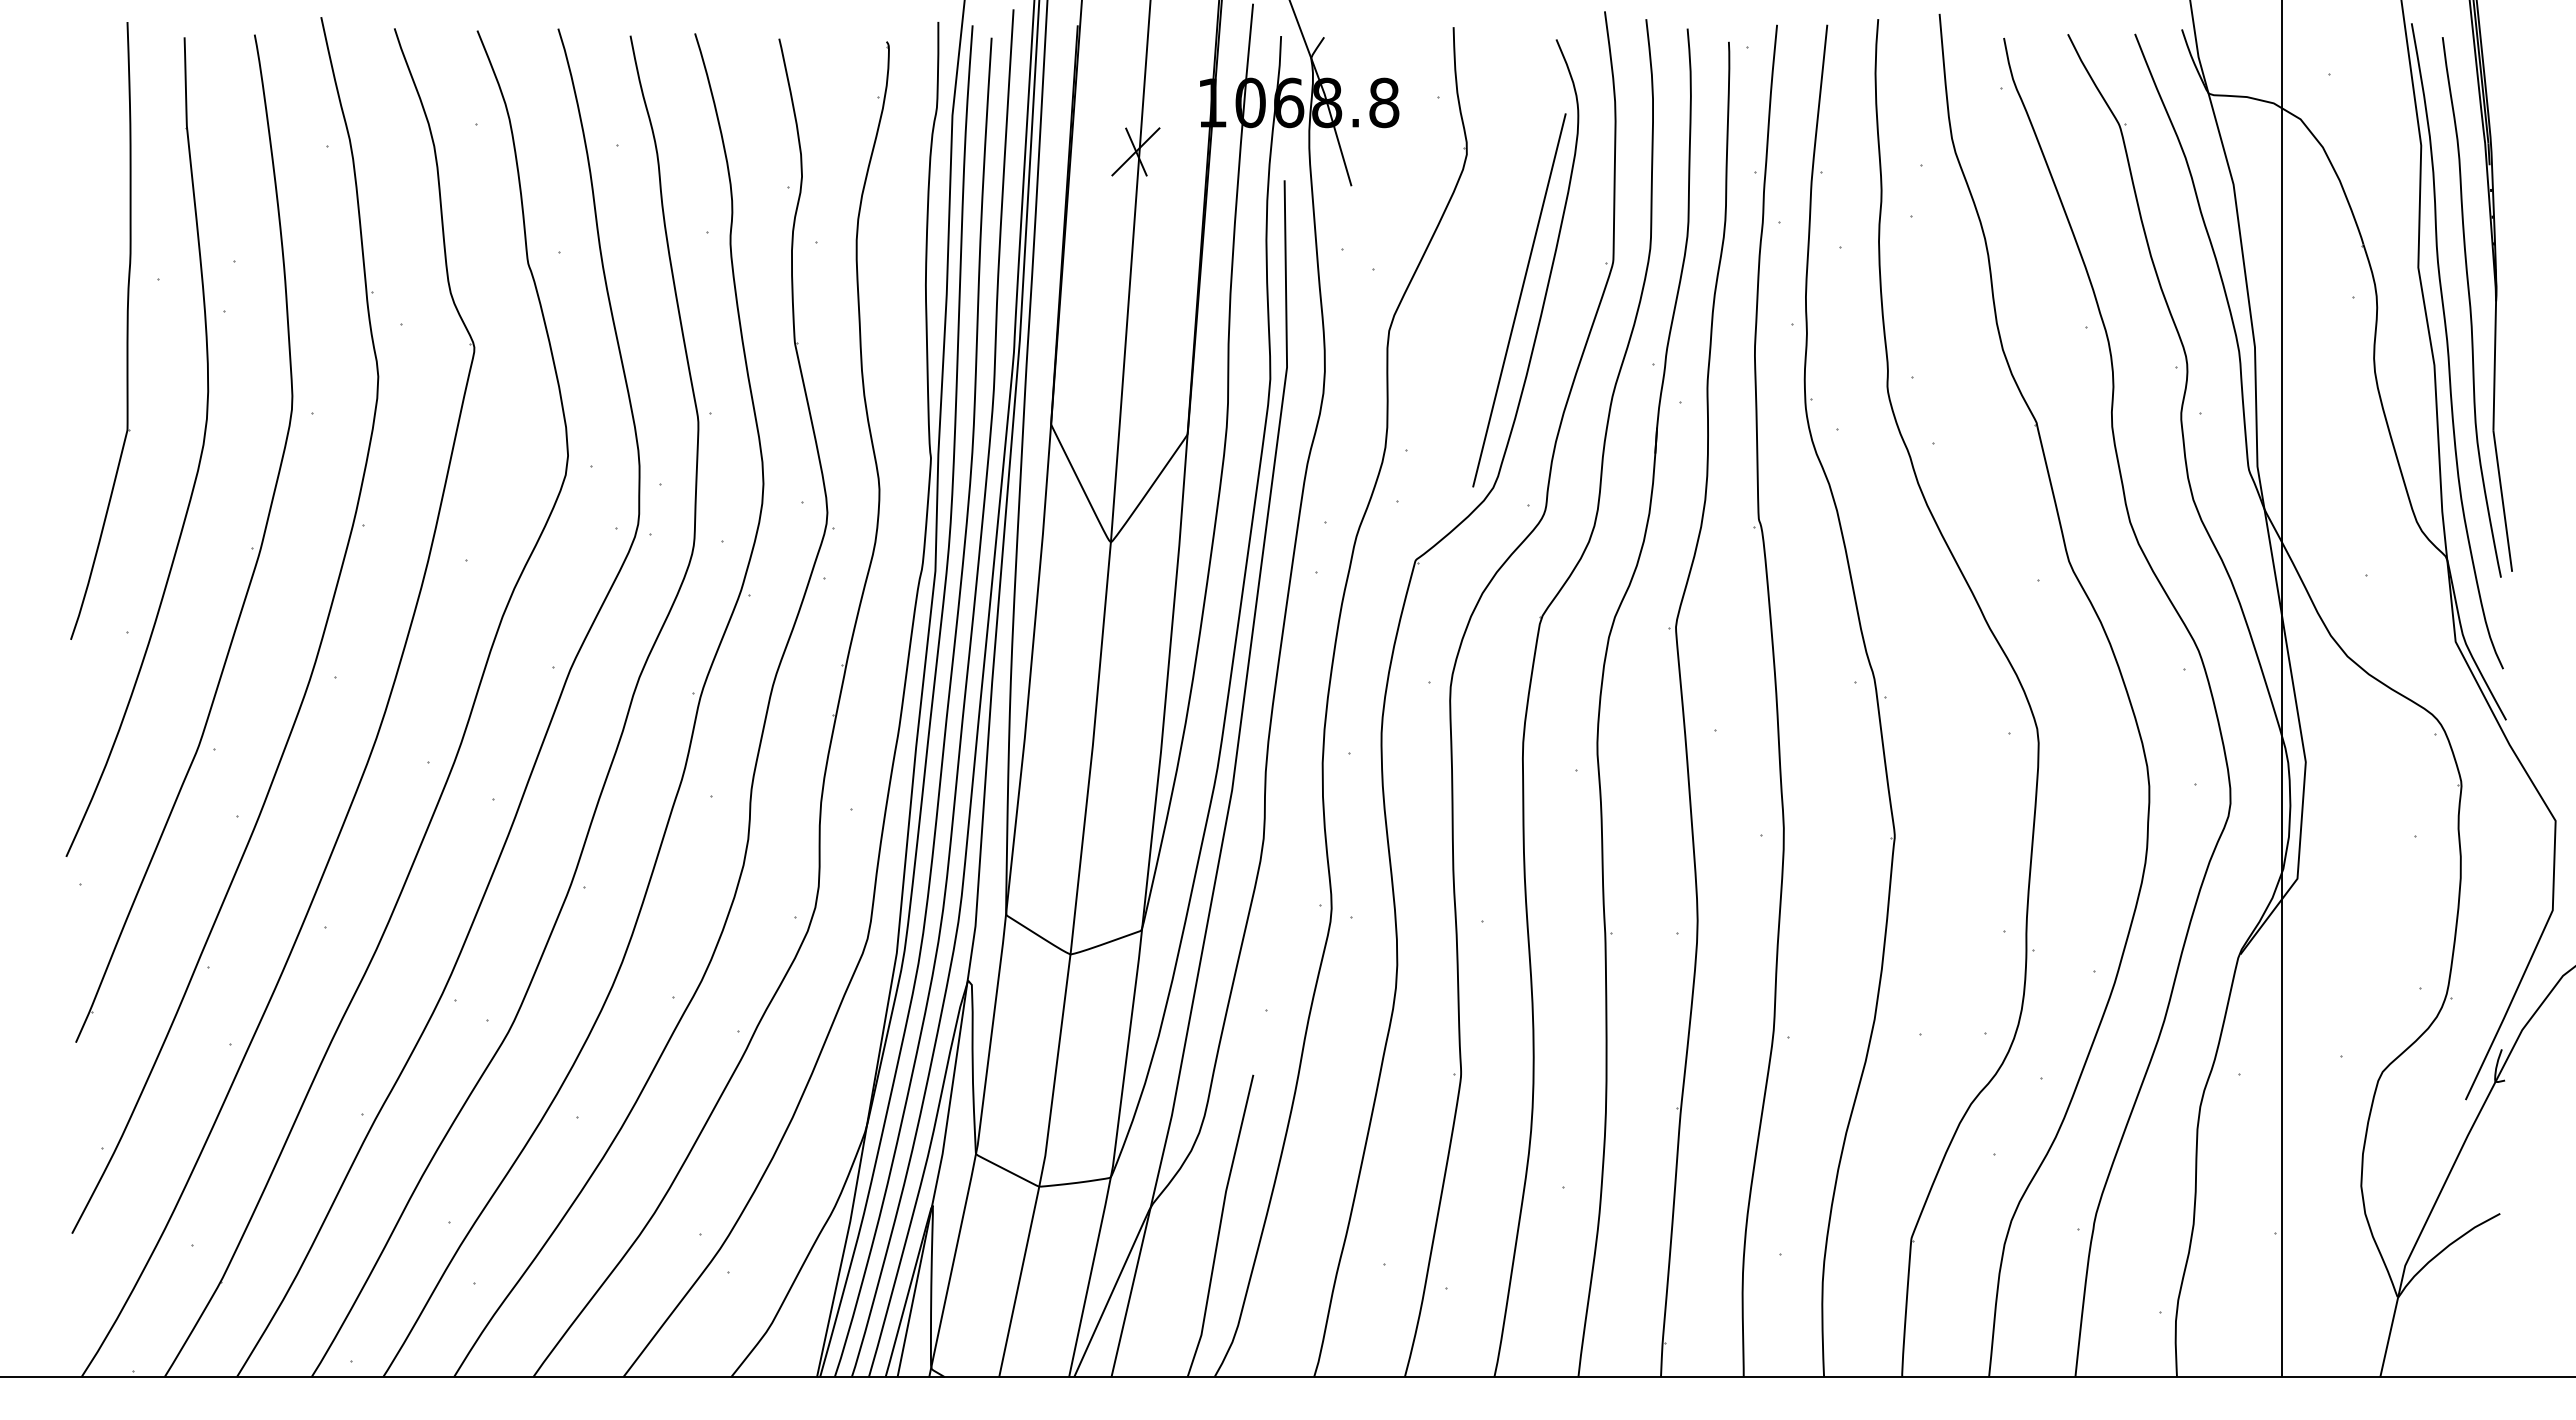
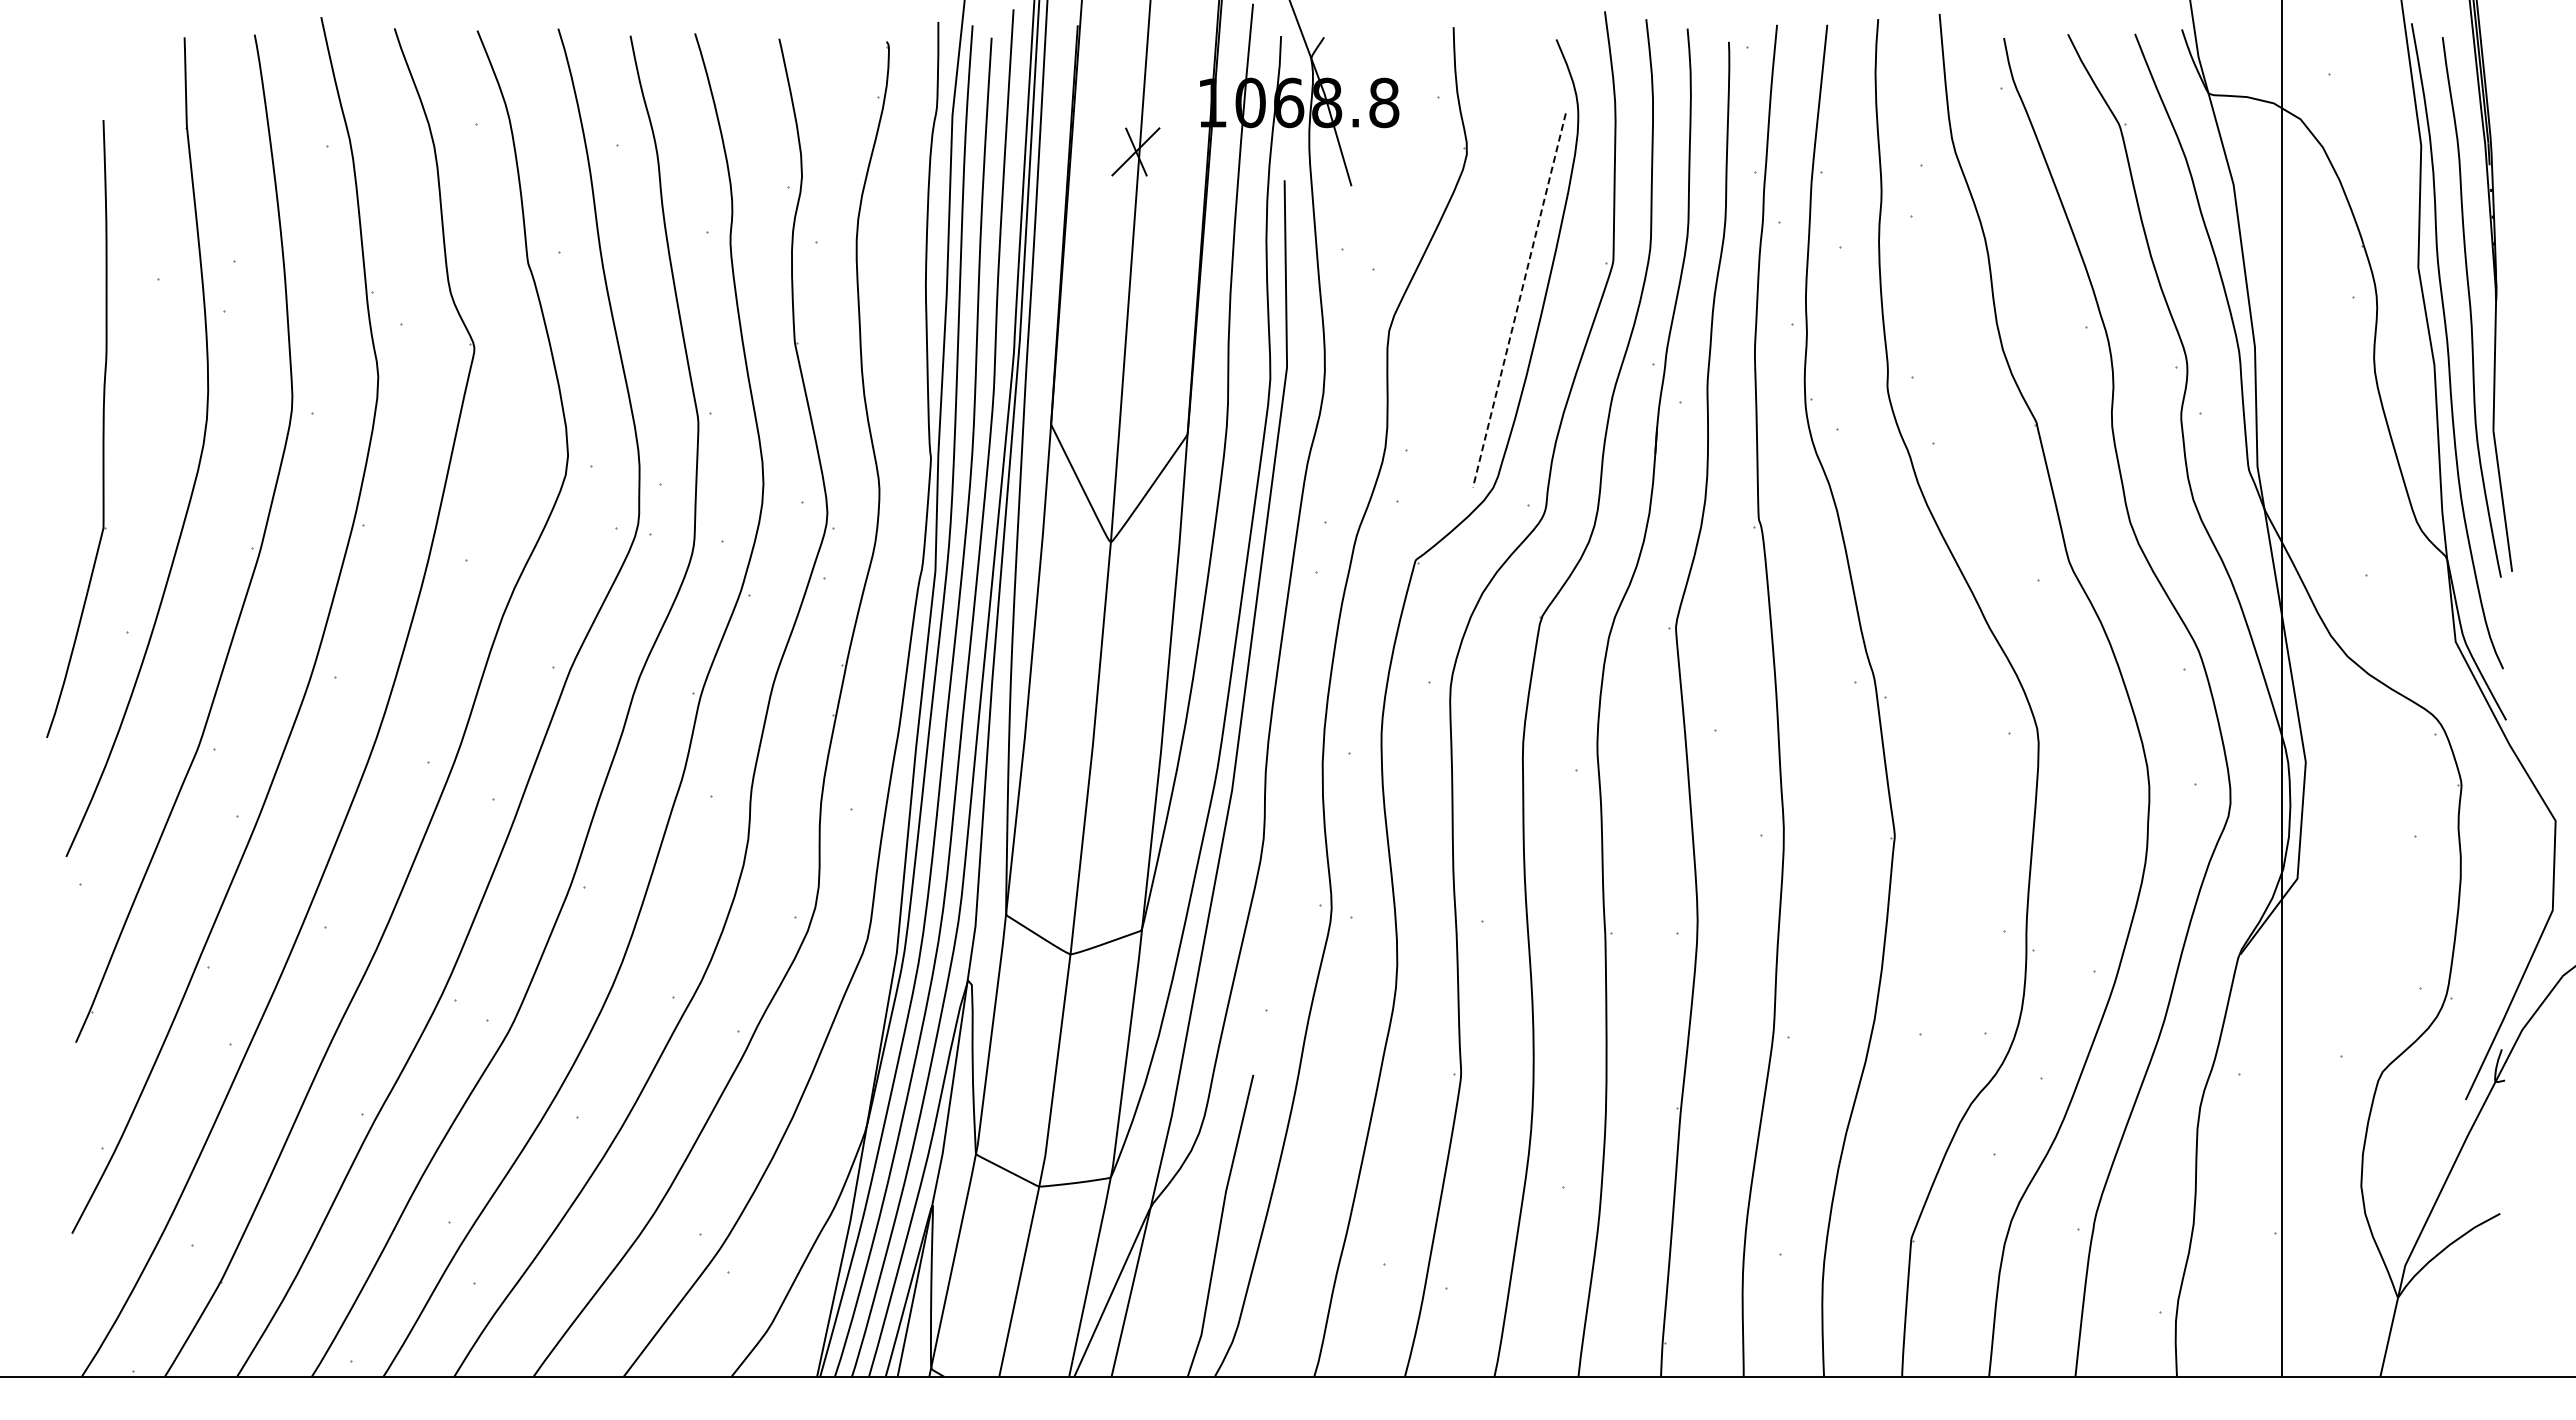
line at (1519, 300): solid -> dashed
part at (126, 330) position: (126, 330) -> (102, 428)
